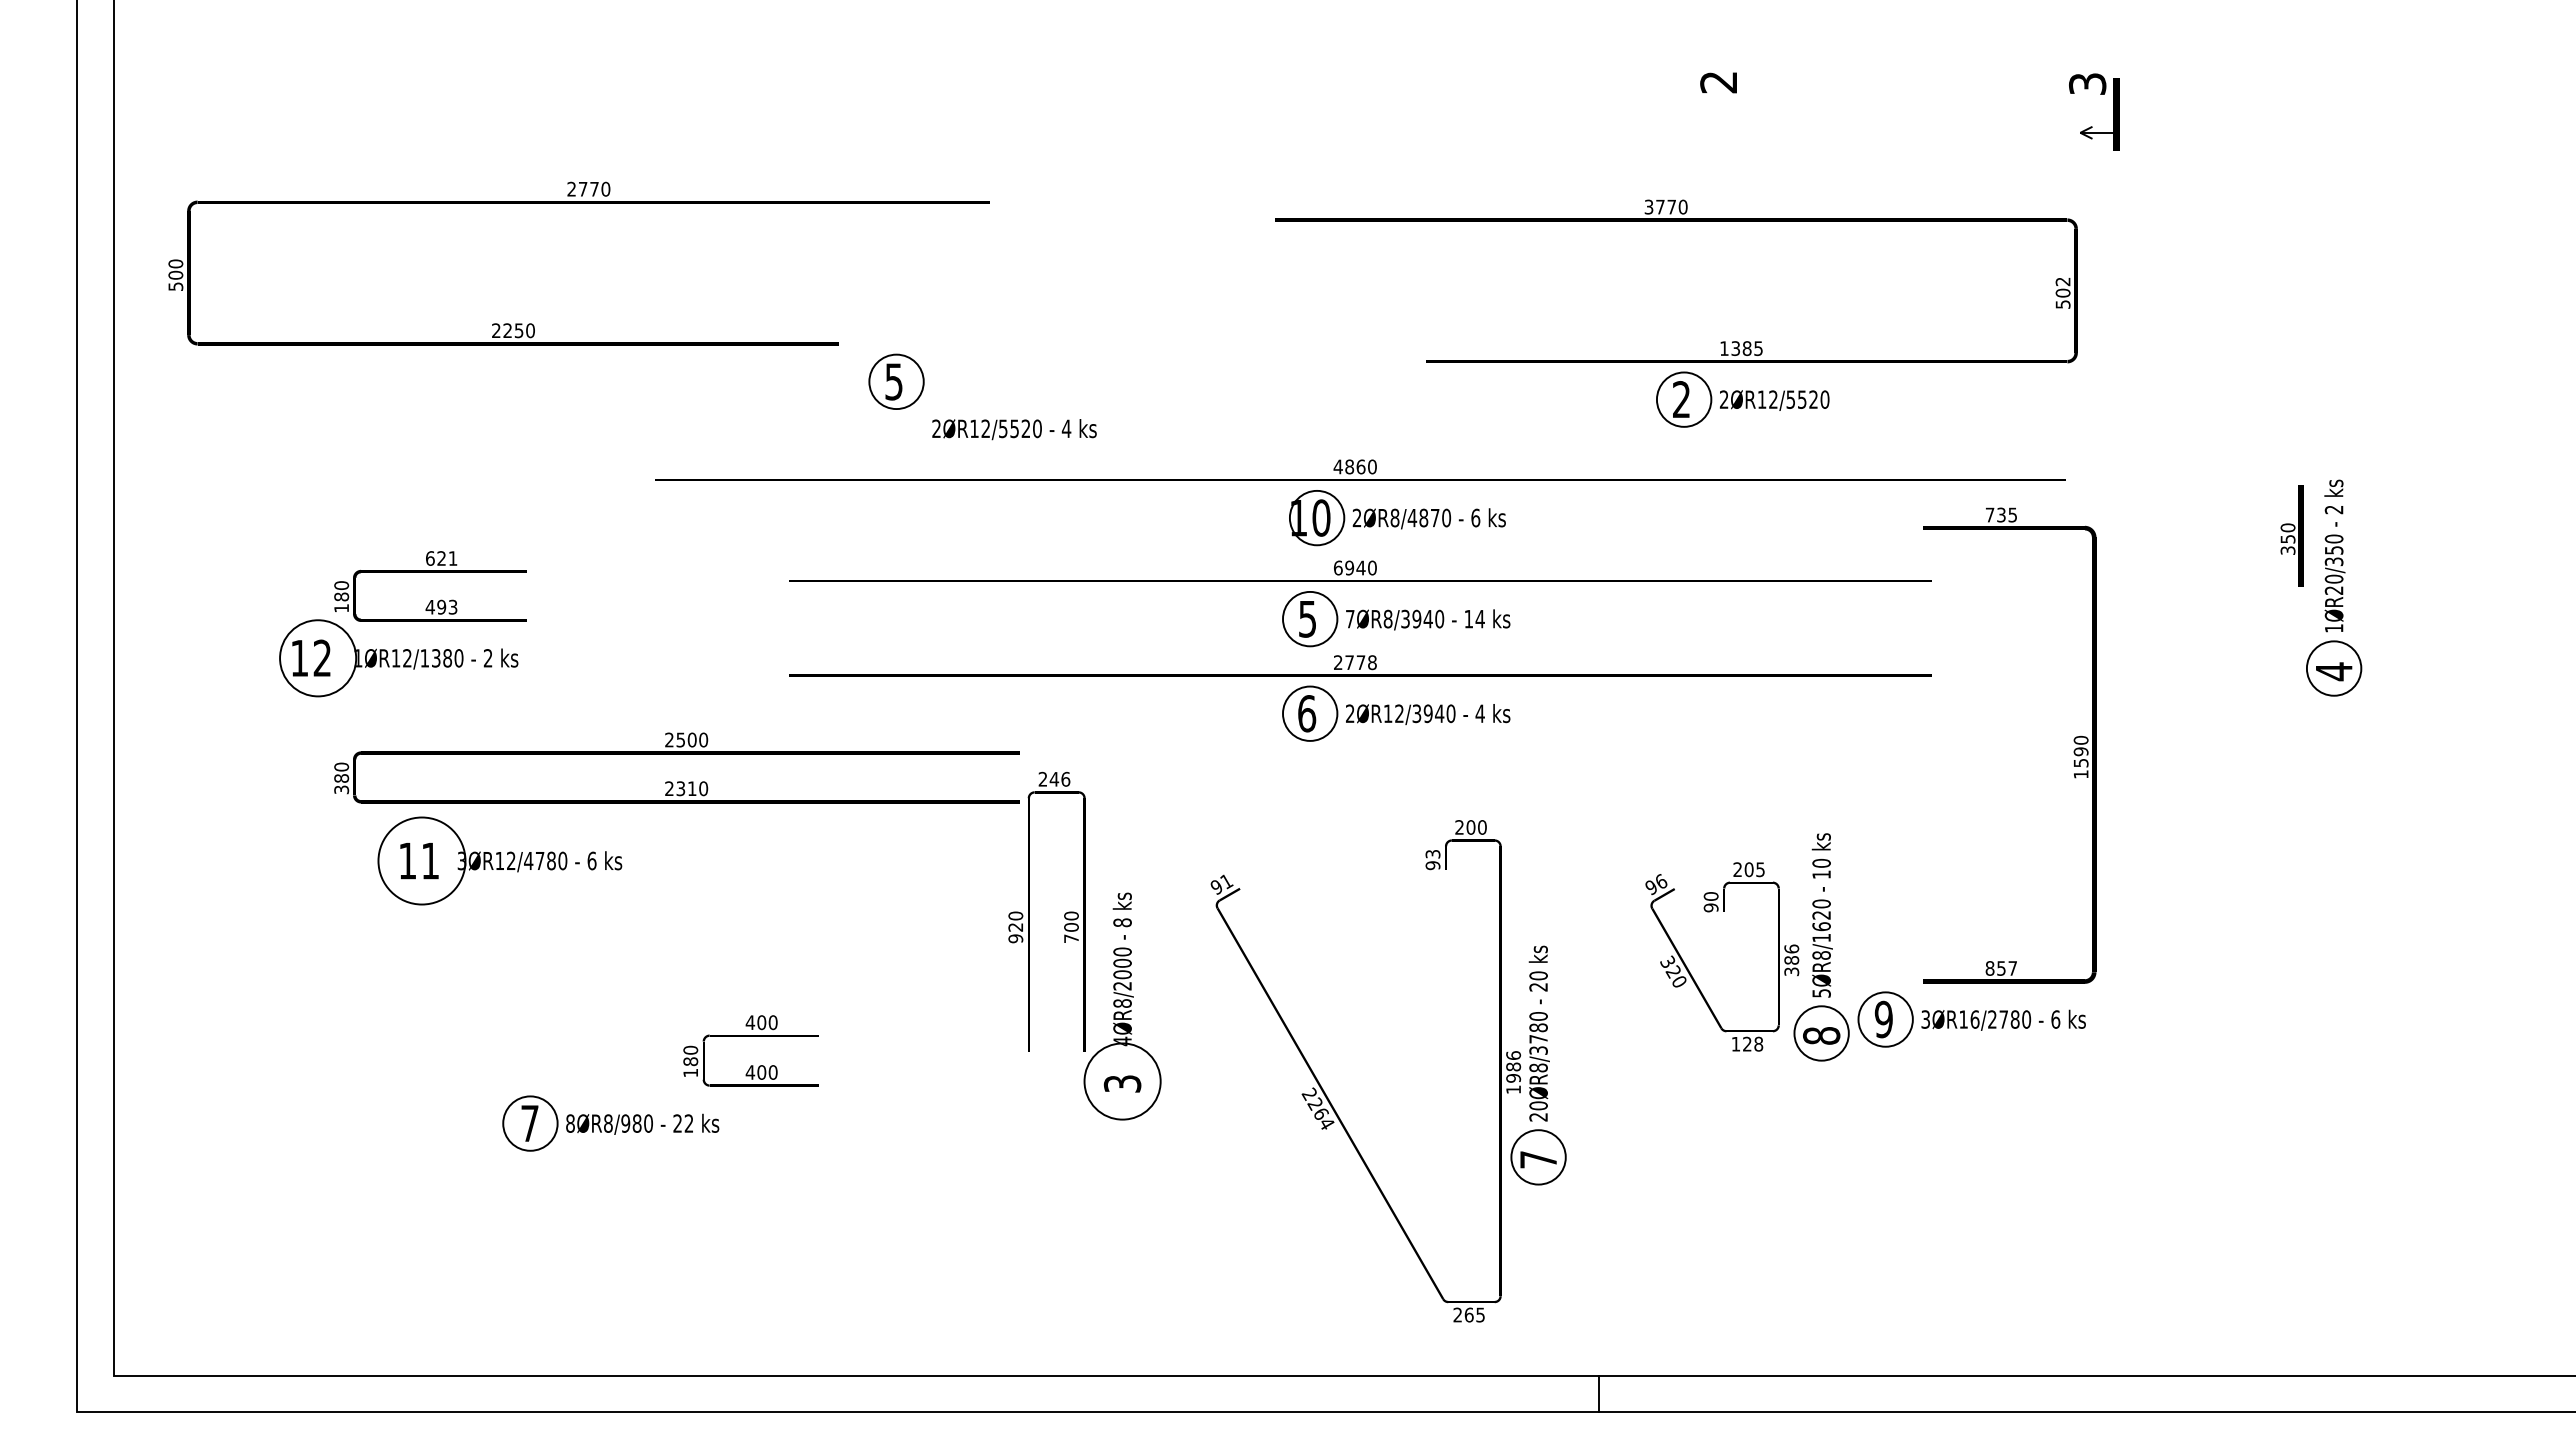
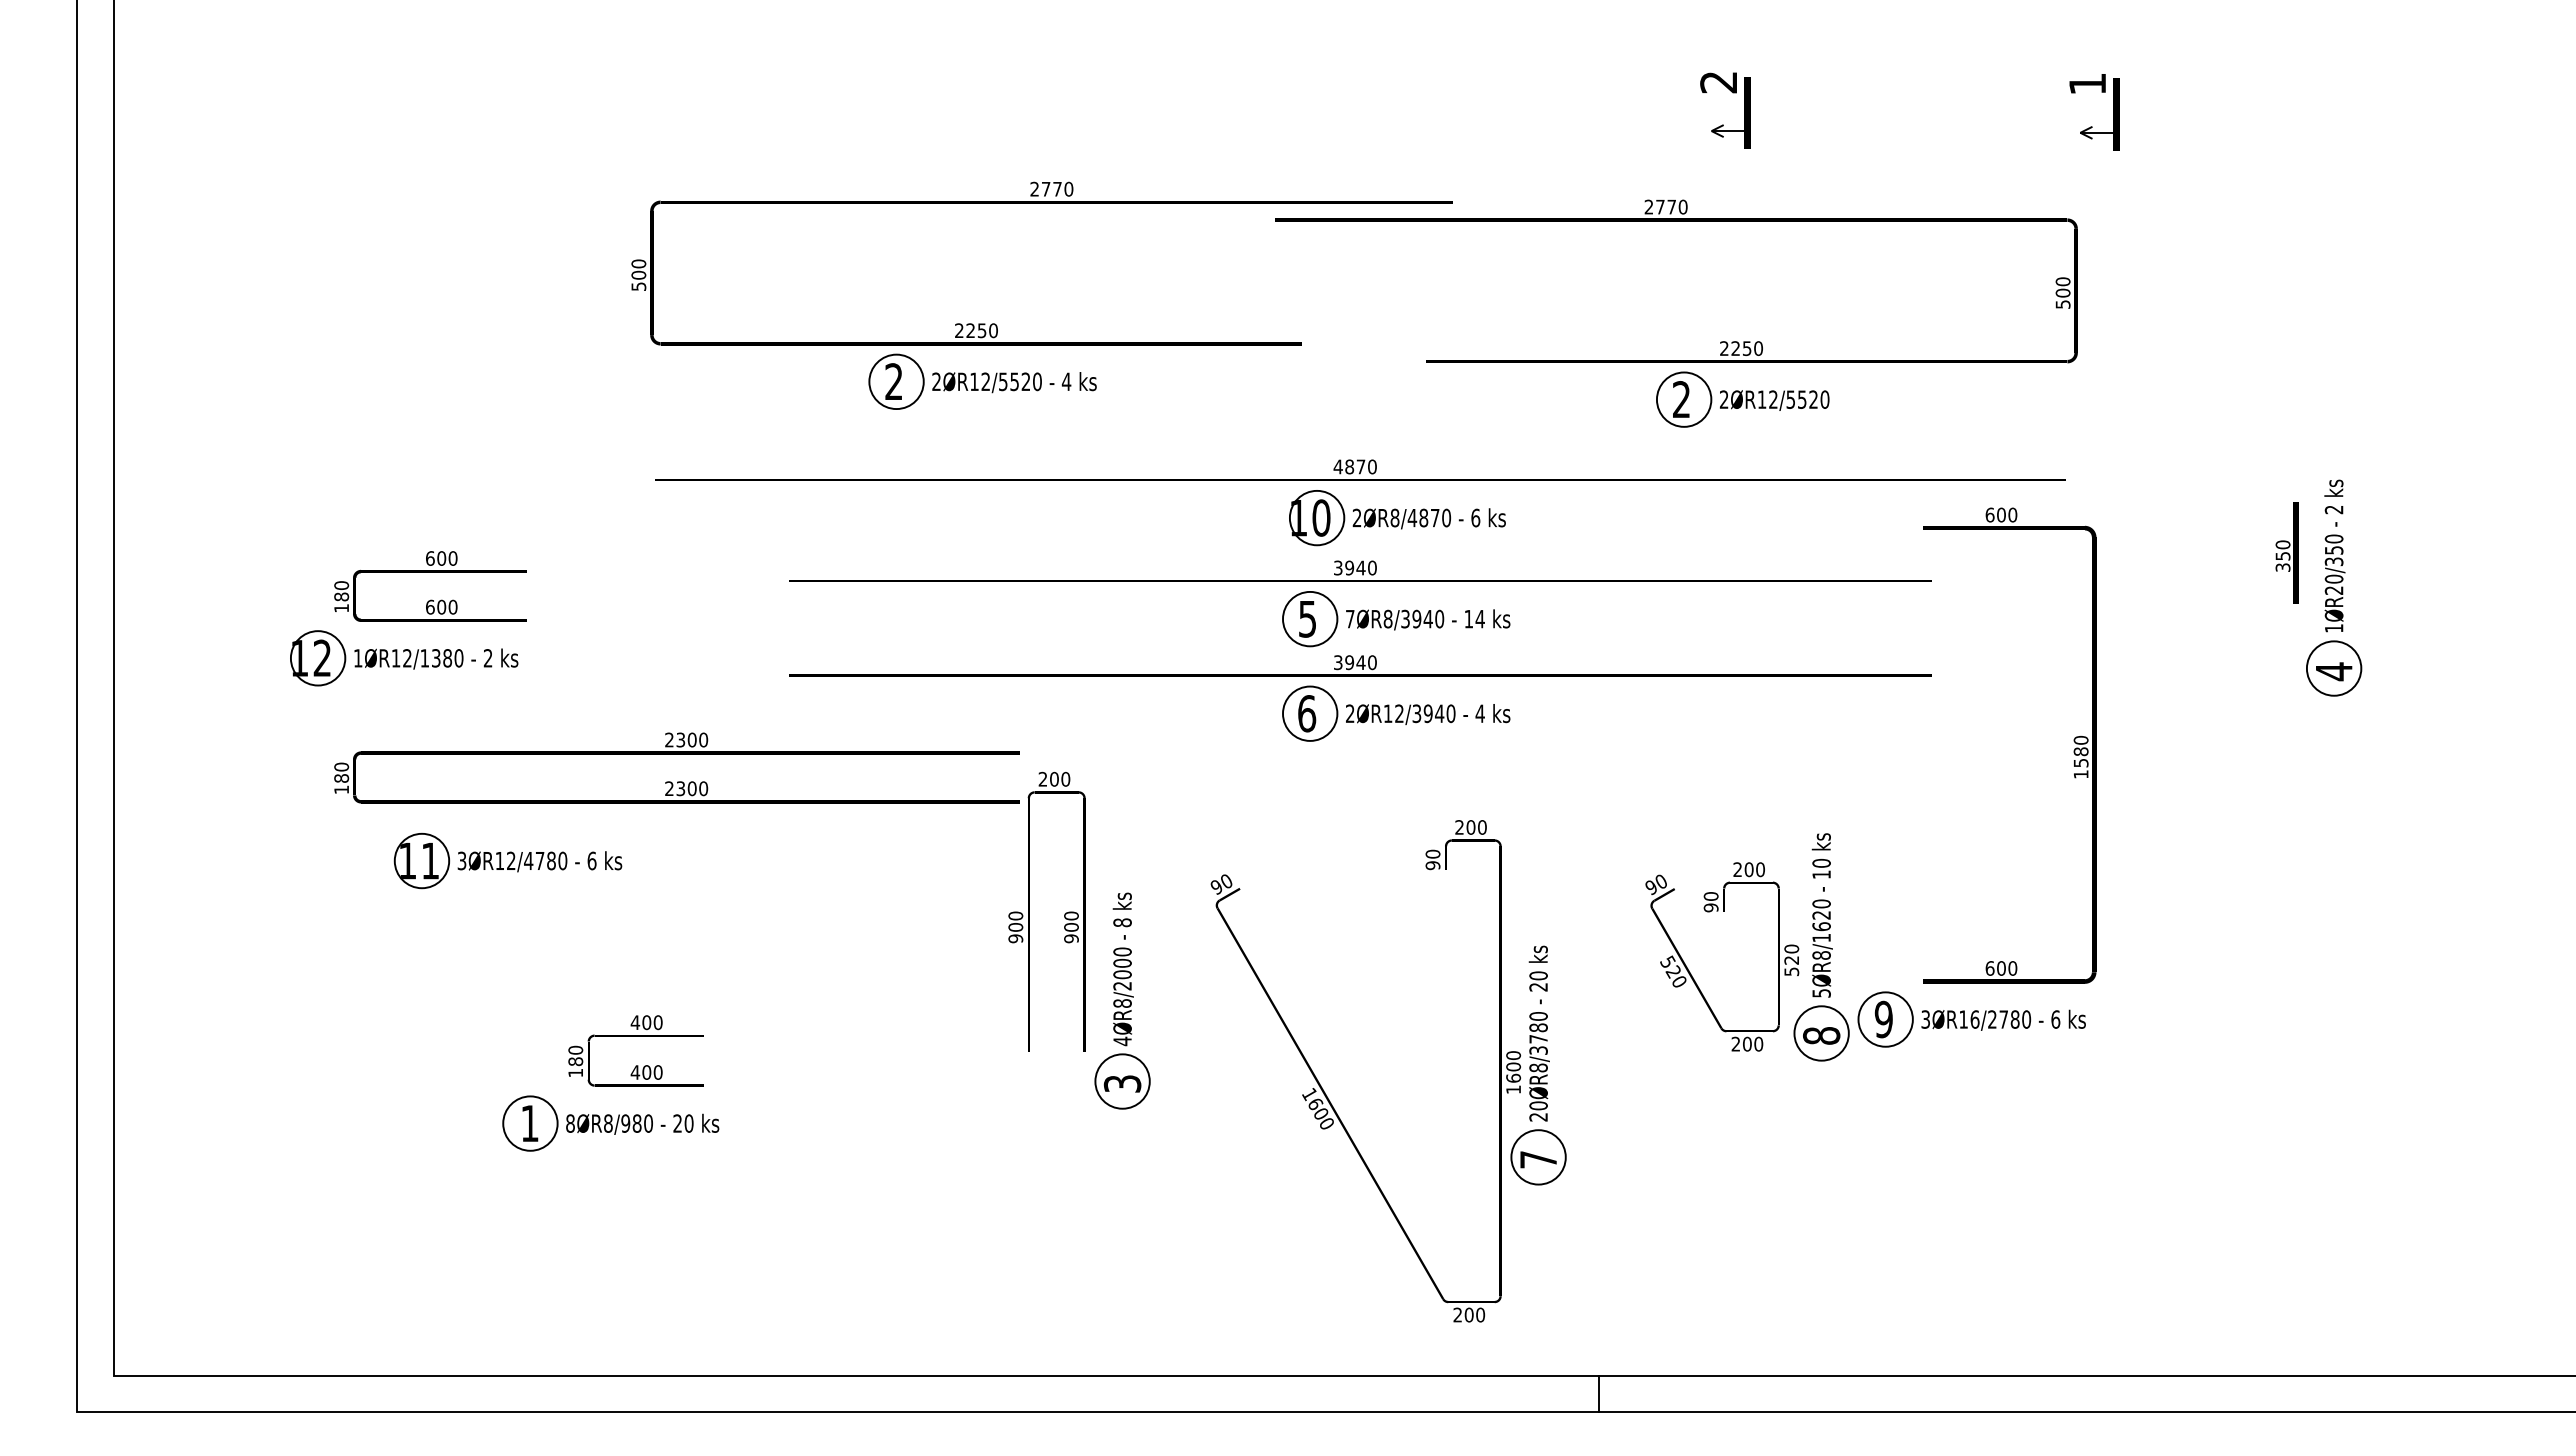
text at (2087, 83): 3 -> 1
part at (1723, 124): none -> present
text at (1648, 207): 3770 -> 2770
text at (578, 263) position: (578, 263) -> (1041, 263)
text at (2062, 281): 502 -> 500
text at (1741, 348): 1385 -> 2250
text at (893, 381): 5 -> 2
text at (1014, 429) position: (1014, 429) -> (1014, 382)
text at (1360, 466): 4860 -> 4870
text at (2001, 514): 735 -> 600
text at (2291, 535) position: (2291, 535) -> (2286, 552)
text at (447, 558): 621 -> 600
text at (1338, 567): 6940 -> 3940
text at (441, 606): 493 -> 600
circle at (318, 658) diameter: 76 px -> 54 px
text at (1355, 662): 2778 -> 3940
text at (681, 739): 2500 -> 2300
text at (2080, 751): 1590 -> 1580
text at (1059, 778): 246 -> 200
text at (691, 788): 2310 -> 2300
text at (341, 789): 380 -> 180
text at (1432, 853): 93 -> 90
circle at (421, 860) diameter: 87 px -> 54 px
text at (1760, 869): 205 -> 200
text at (1226, 881): 91 -> 90
text at (1661, 881): 96 -> 90
text at (1015, 927): 920 -> 900
text at (1071, 938): 700 -> 900
text at (1791, 959): 386 -> 520
text at (1669, 961): 320 -> 520
text at (2001, 968): 857 -> 600
text at (1747, 1043): 128 -> 200
text at (750, 1050) position: (750, 1050) -> (635, 1050)
text at (1513, 1066): 1986 -> 1600
circle at (1122, 1081) diameter: 76 px -> 54 px
text at (1317, 1108): 2264 -> 1600
text at (529, 1123): 7 -> 1
text at (688, 1123): 22 -> 20
text at (1474, 1314): 265 -> 200
